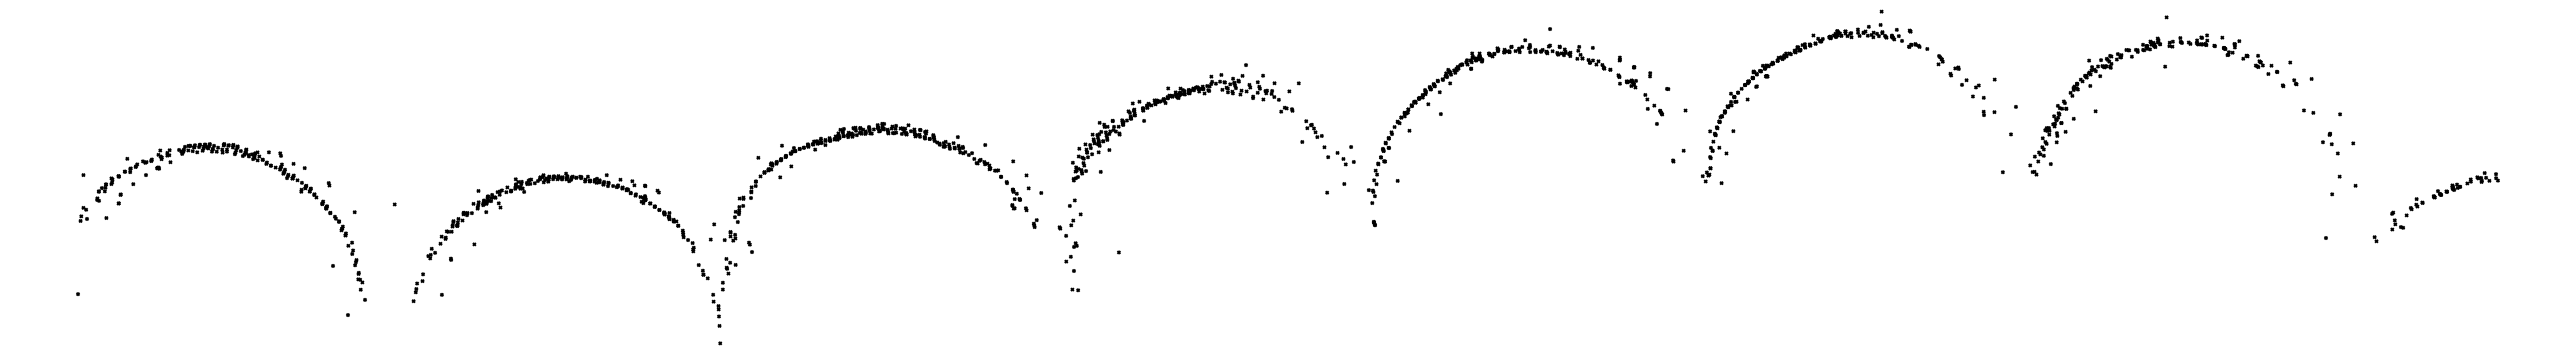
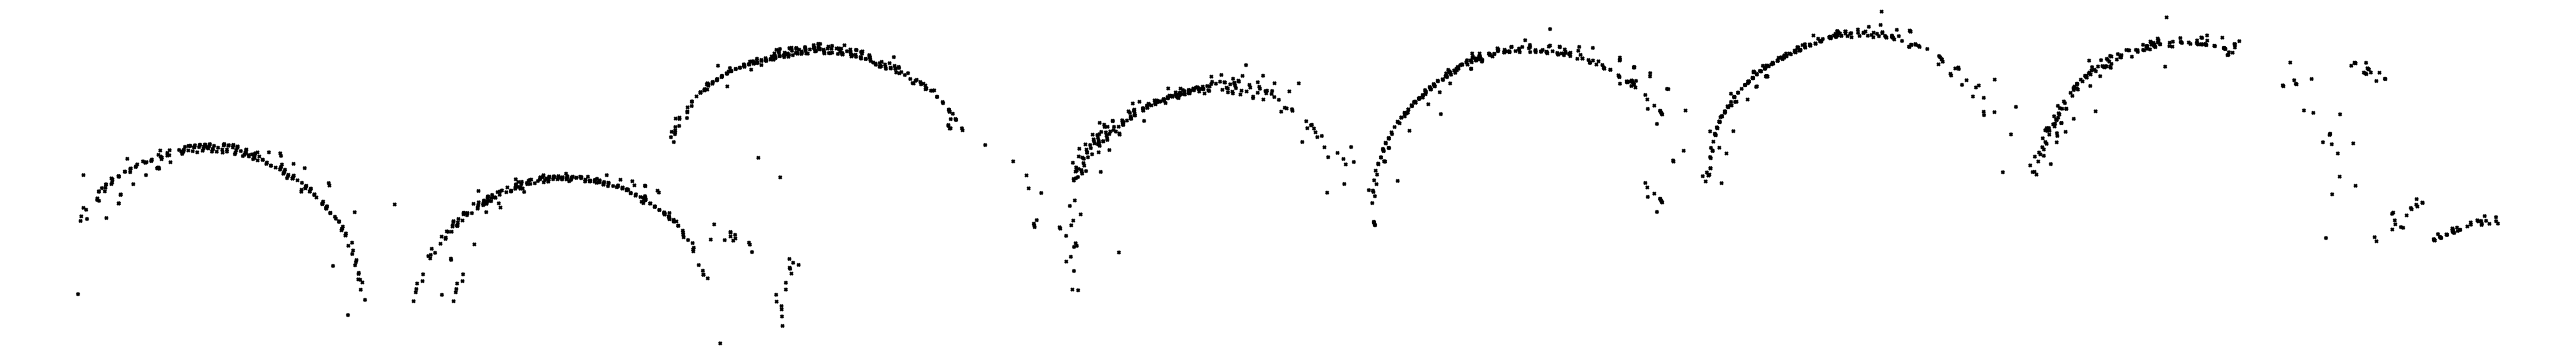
part at (2260, 64) position: (2260, 64) -> (2368, 71)
part at (887, 135) position: (887, 135) -> (823, 55)
part at (2465, 185) position: (2465, 185) -> (2465, 228)
part at (1653, 197): none -> present
part at (457, 287): none -> present
part at (724, 292) position: (724, 292) -> (787, 292)
